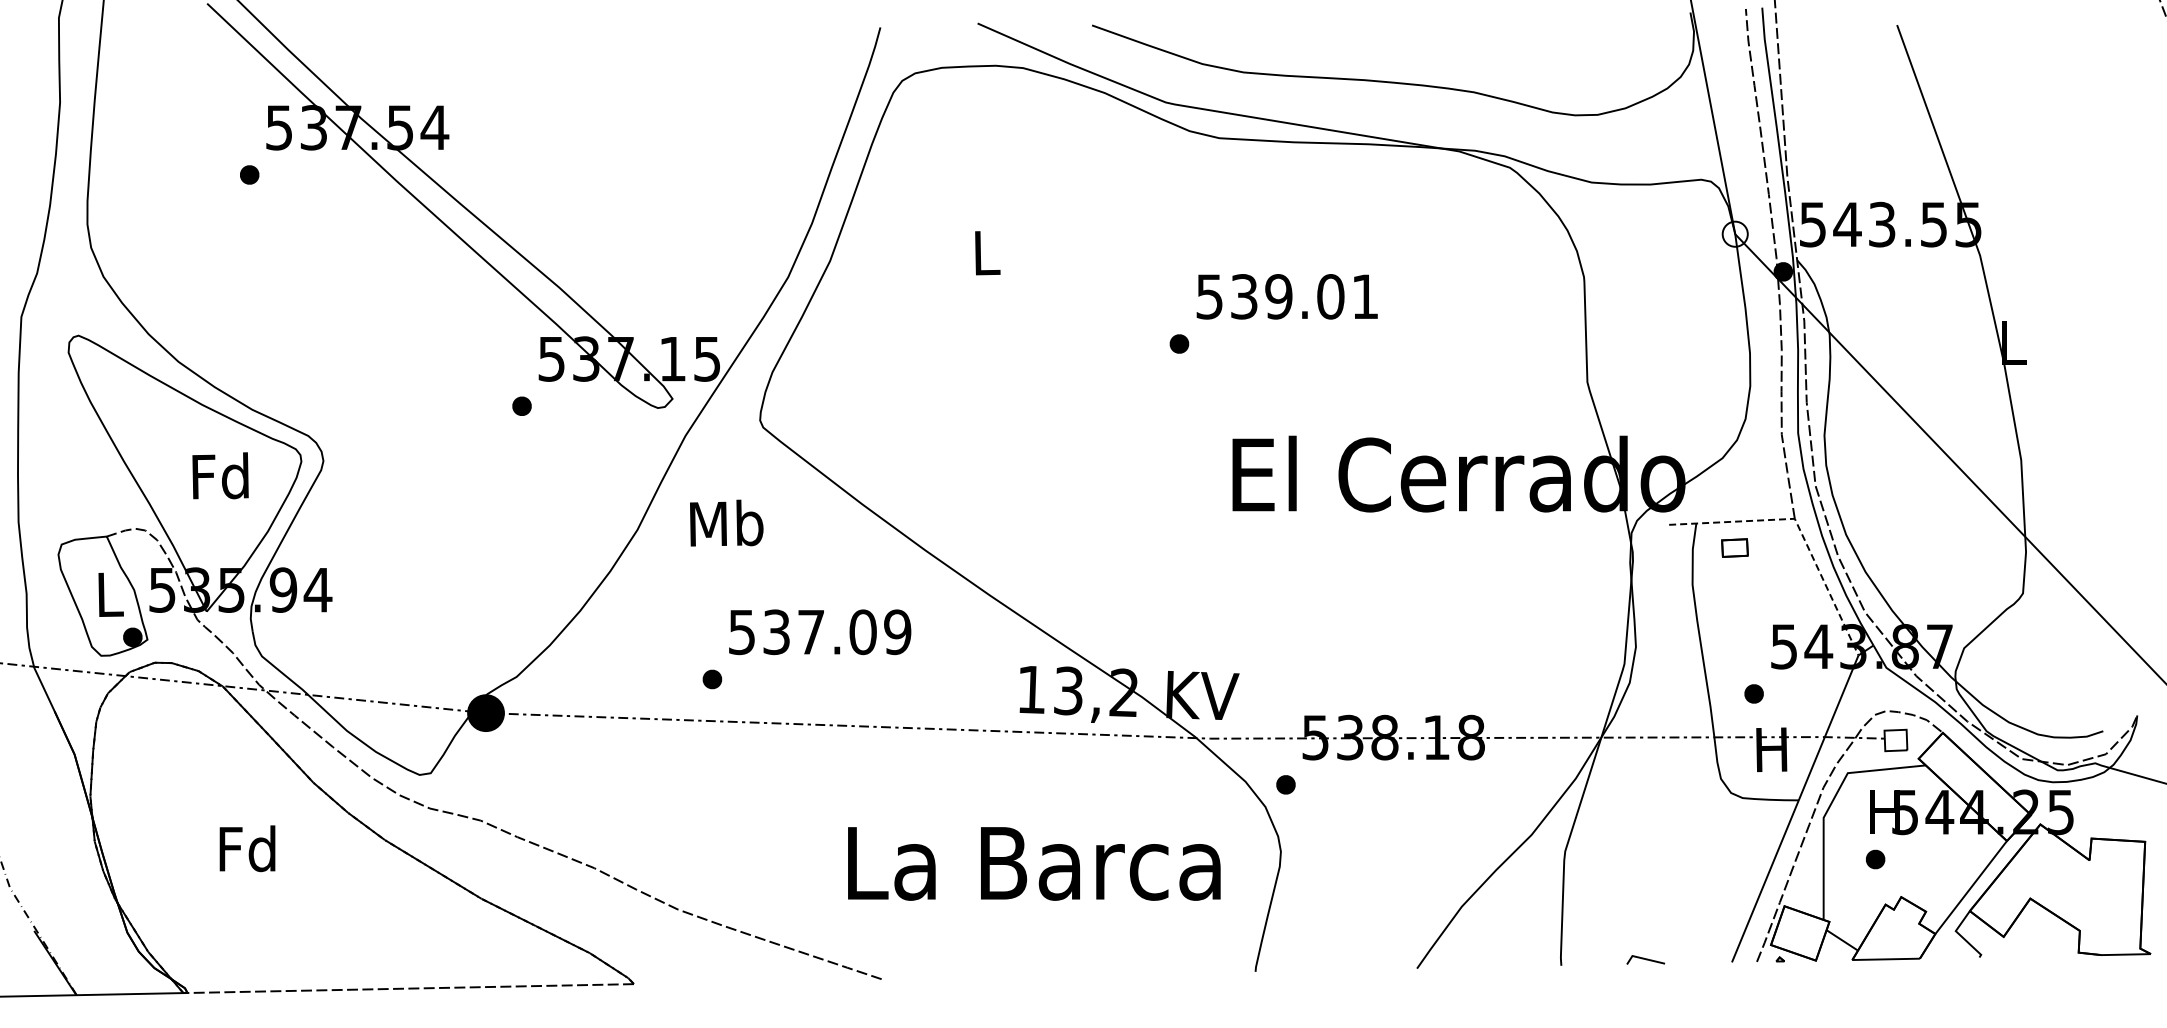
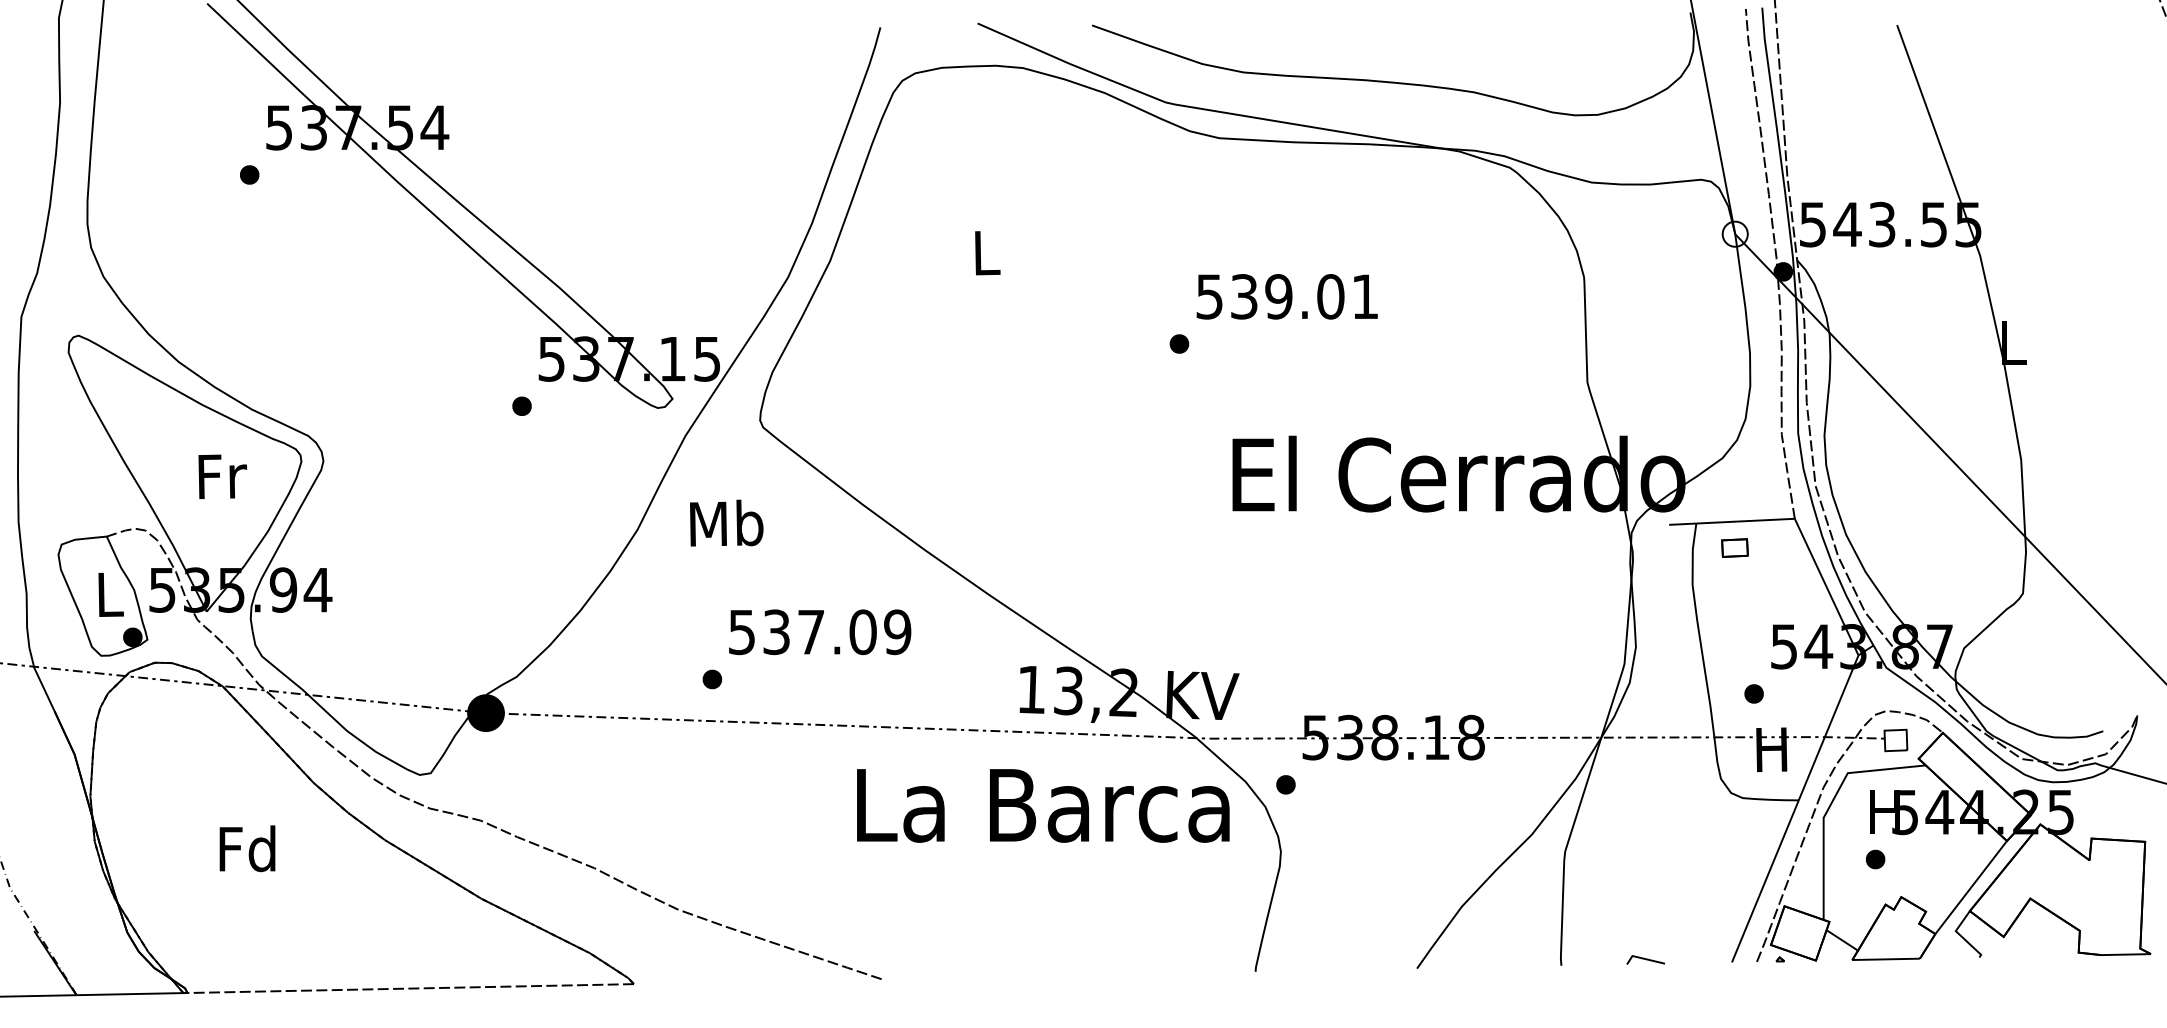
text at (220, 475): Fd -> Fr
line at (1799, 529): dashed -> solid
text at (1034, 863) position: (1034, 863) -> (1043, 805)
